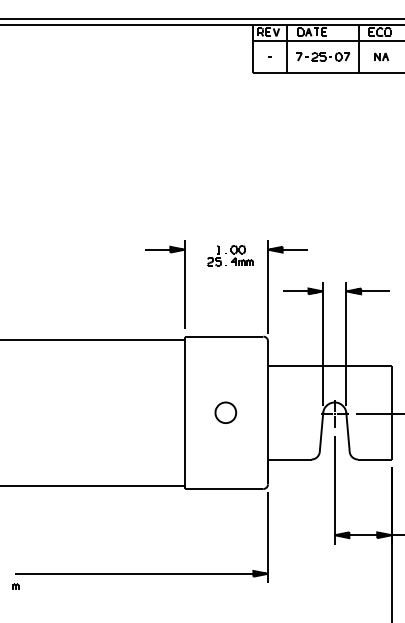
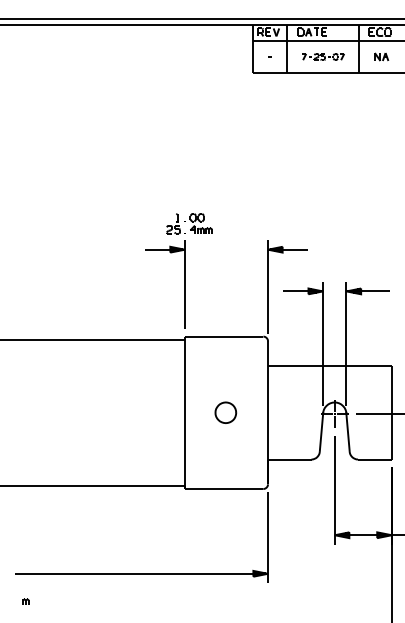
part at (323, 56) size: 55x10 px -> 43x8 px
part at (230, 255) position: (230, 255) -> (189, 223)
part at (15, 586) position: (15, 586) -> (25, 601)
